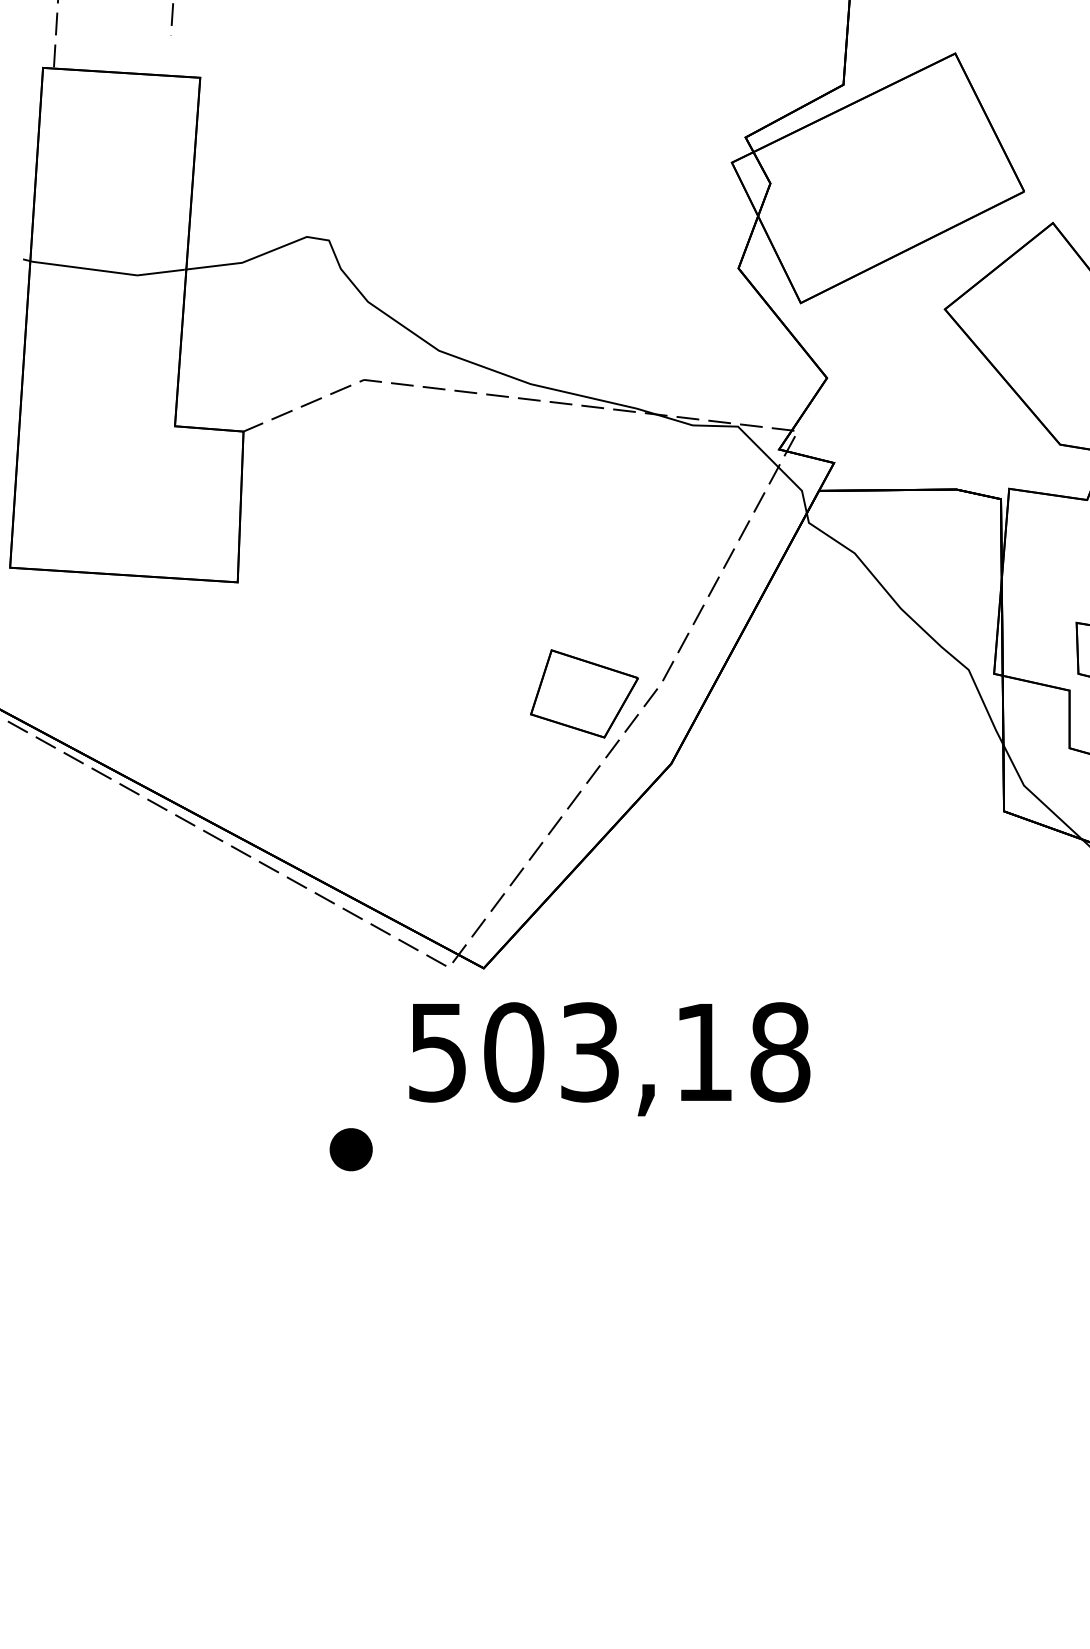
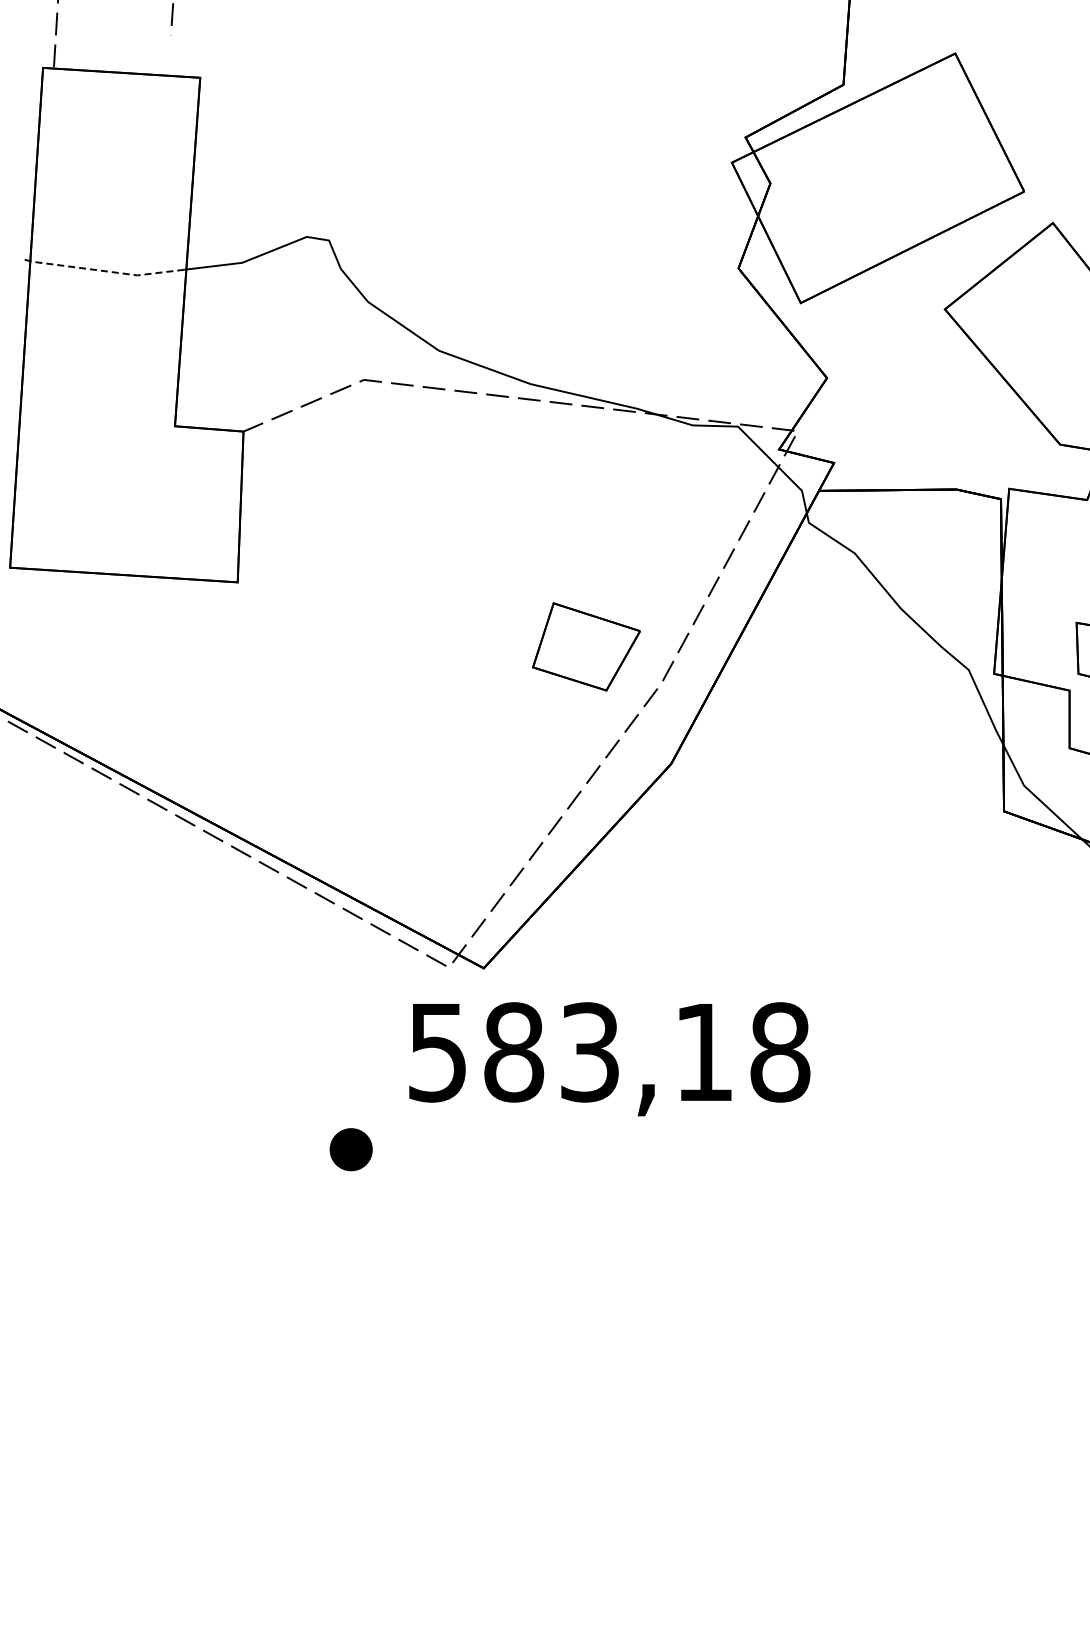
line at (102, 270): solid -> dashed
part at (584, 693) position: (584, 693) -> (586, 646)
text at (514, 1052): 503,18 -> 583,18
